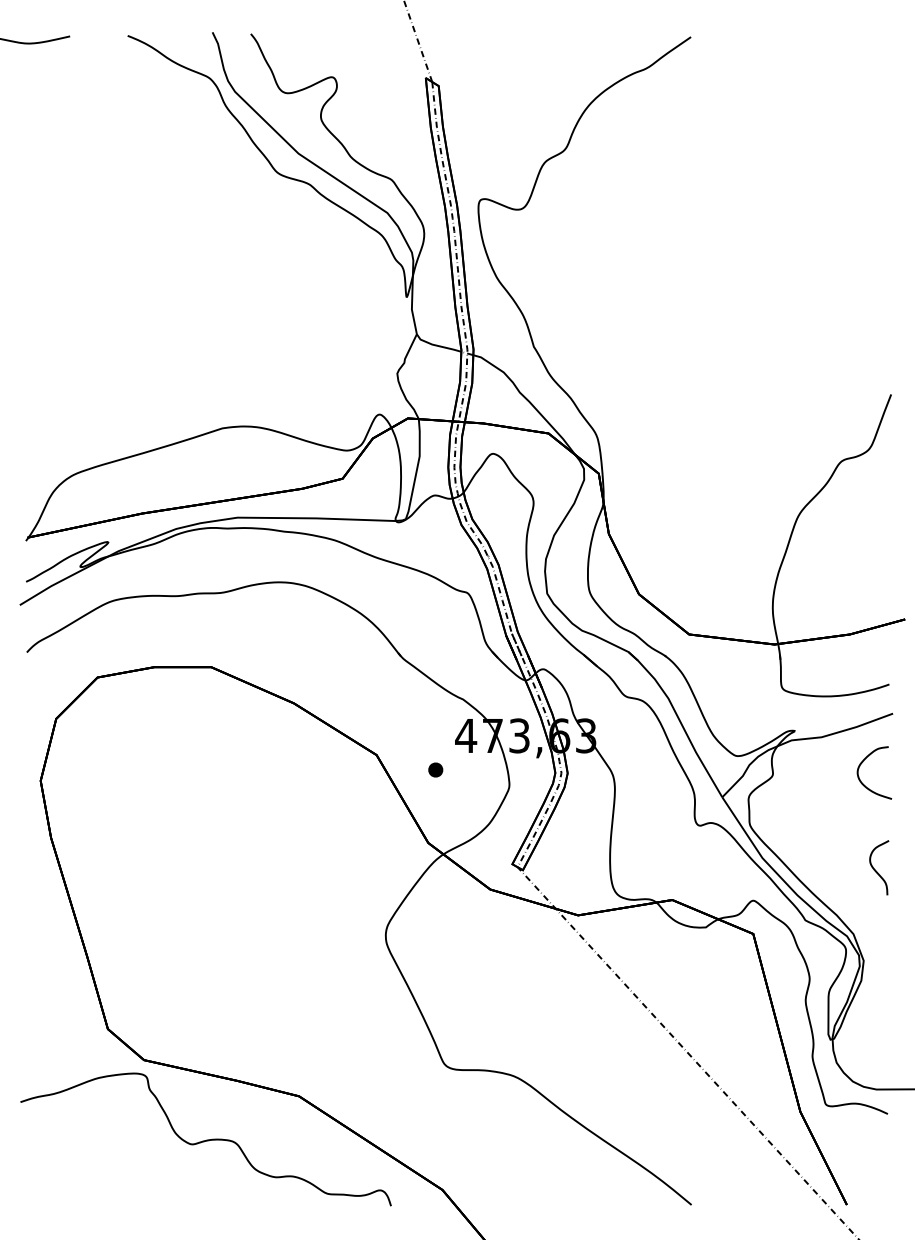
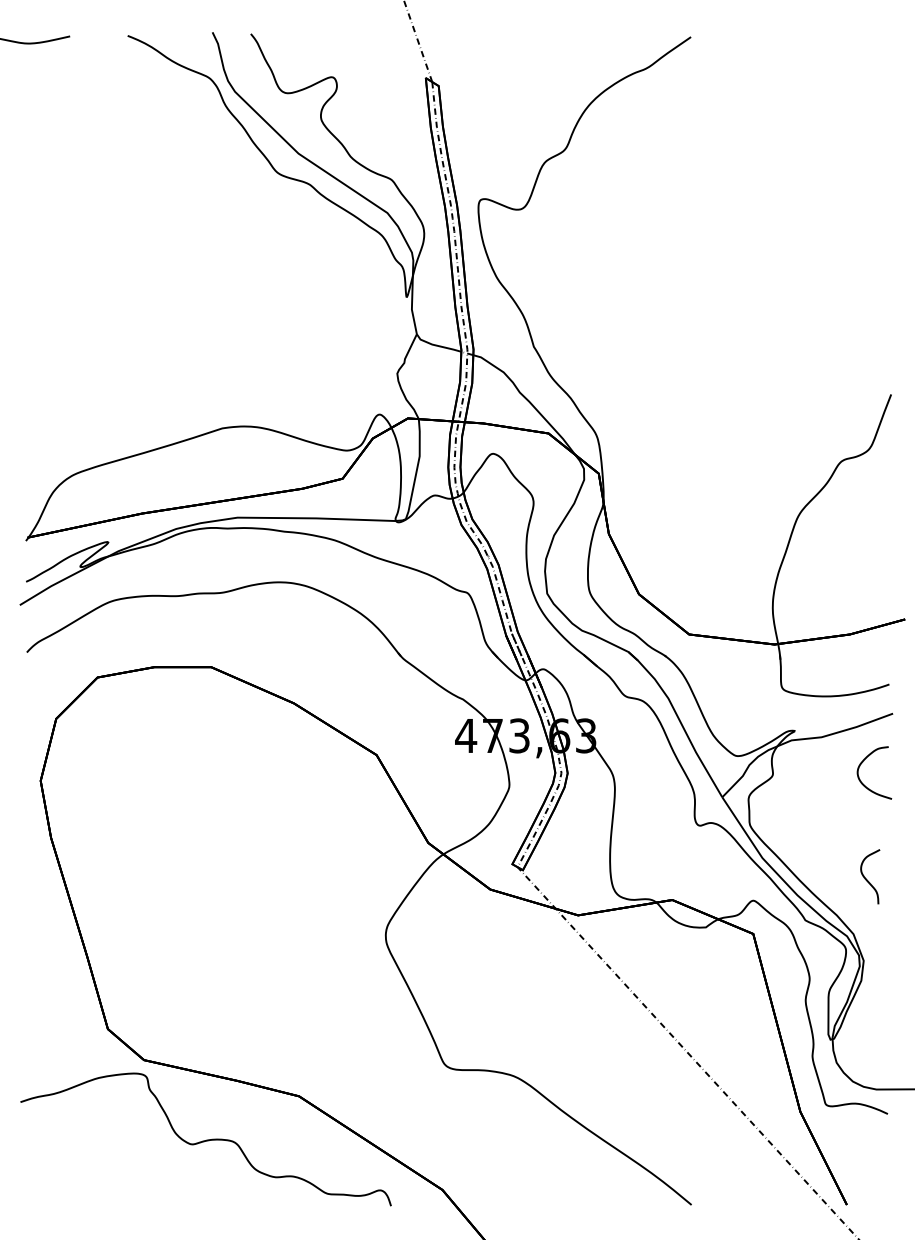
part at (435, 769): present -> none
curve at (876, 870) position: (876, 870) -> (867, 879)
